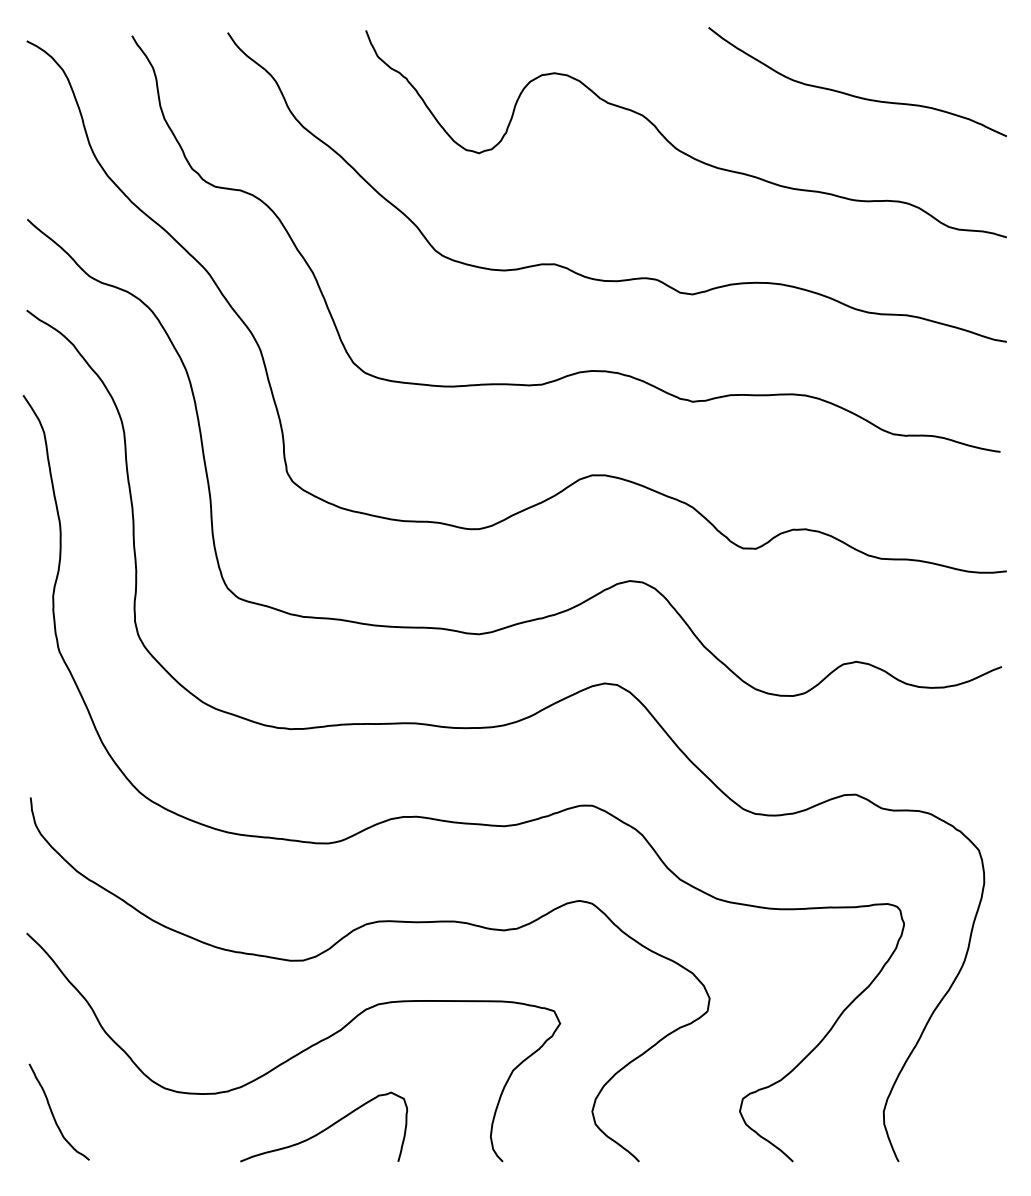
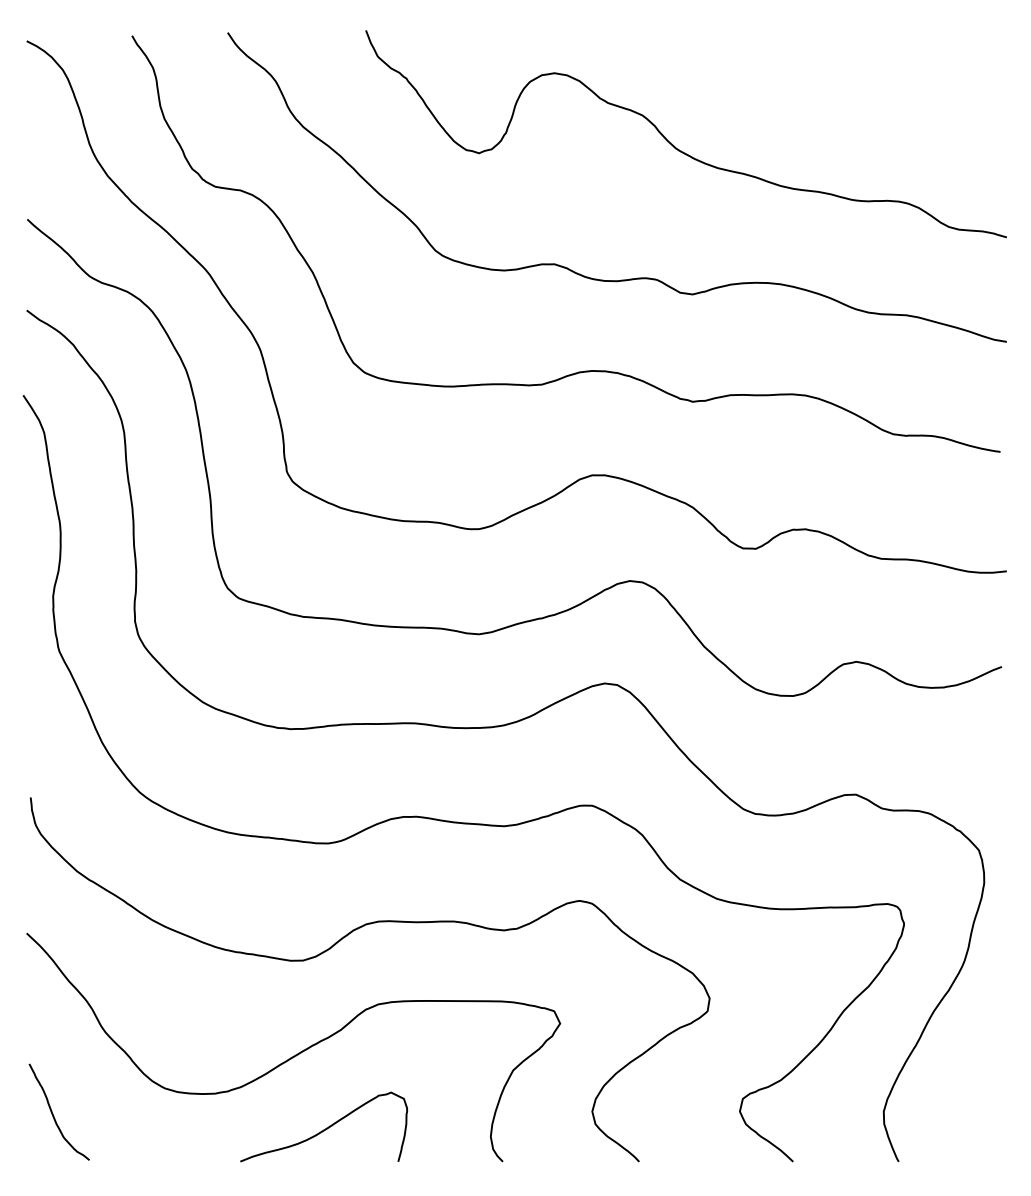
curve at (852, 94): present -> none
